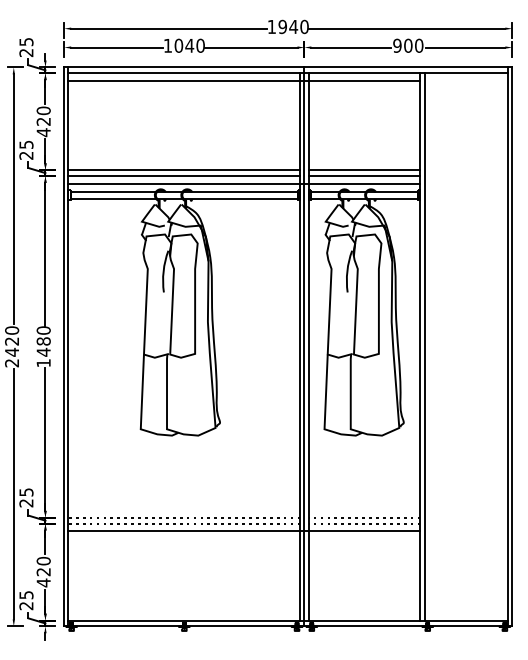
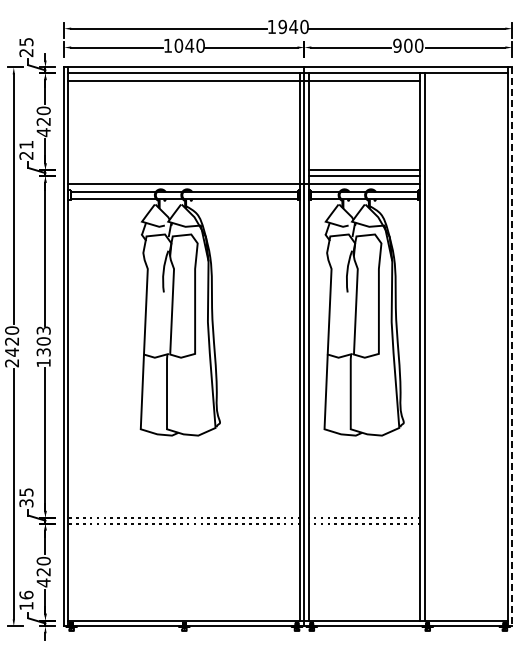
text at (26, 144): 25 -> 21
line at (184, 170): present -> none
line at (184, 176): present -> none
text at (43, 341): 1480 -> 1303
line at (512, 347): solid -> dashed
text at (26, 503): 25 -> 35
line at (244, 531): present -> none
text at (26, 600): 25 -> 16
